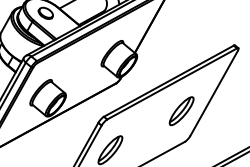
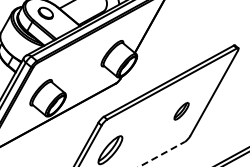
part at (181, 111) size: 27x31 px -> 17x19 px
line at (162, 154): solid -> dashed
